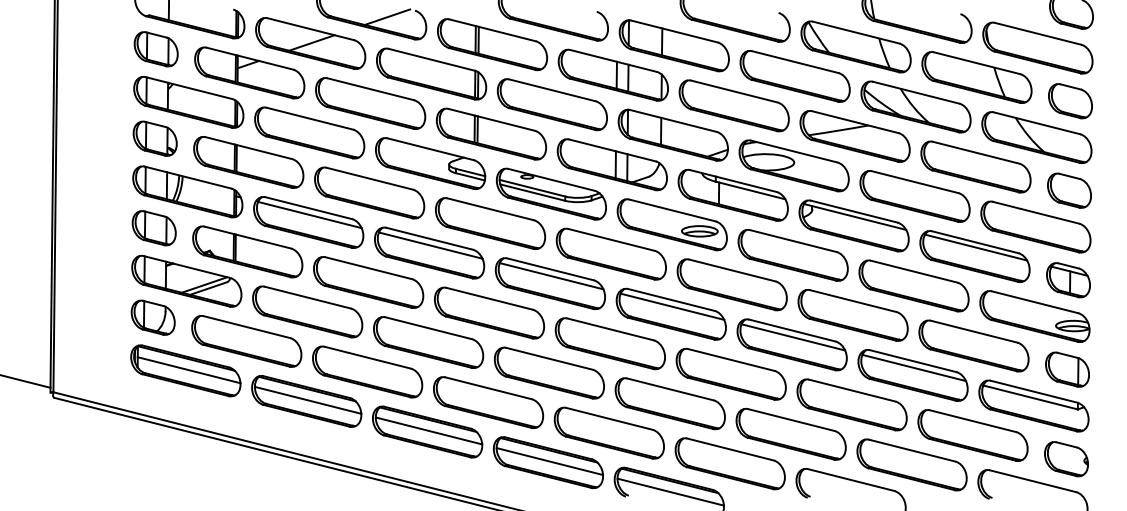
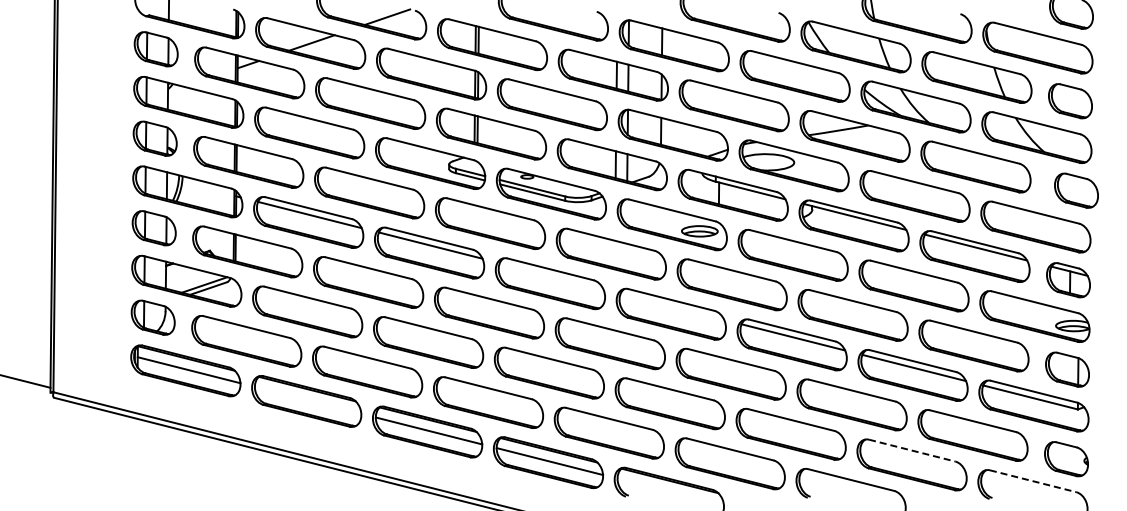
part at (1069, 190) position: (1069, 190) -> (1076, 190)
line at (551, 276): present -> none
line at (672, 306): present -> none
line at (307, 399): present -> none
line at (912, 450): solid -> dashed
line at (1033, 481): solid -> dashed
line at (670, 491): present -> none
